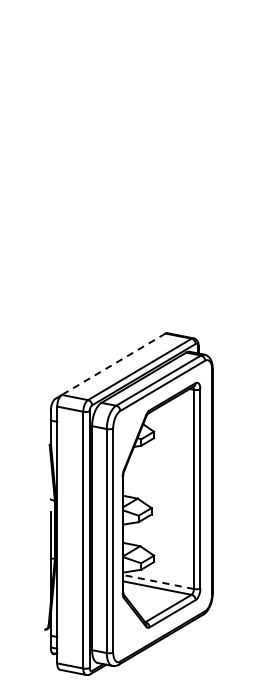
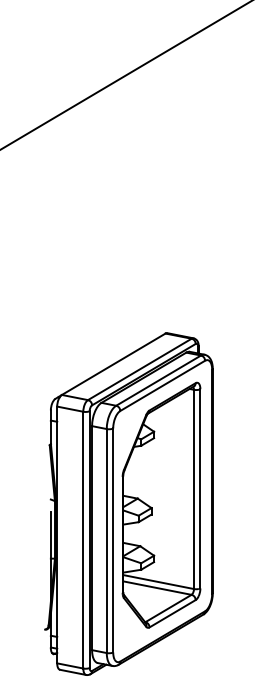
line at (125, 75): none -> present
line at (113, 364): dashed -> solid
line at (158, 581): dashed -> solid
